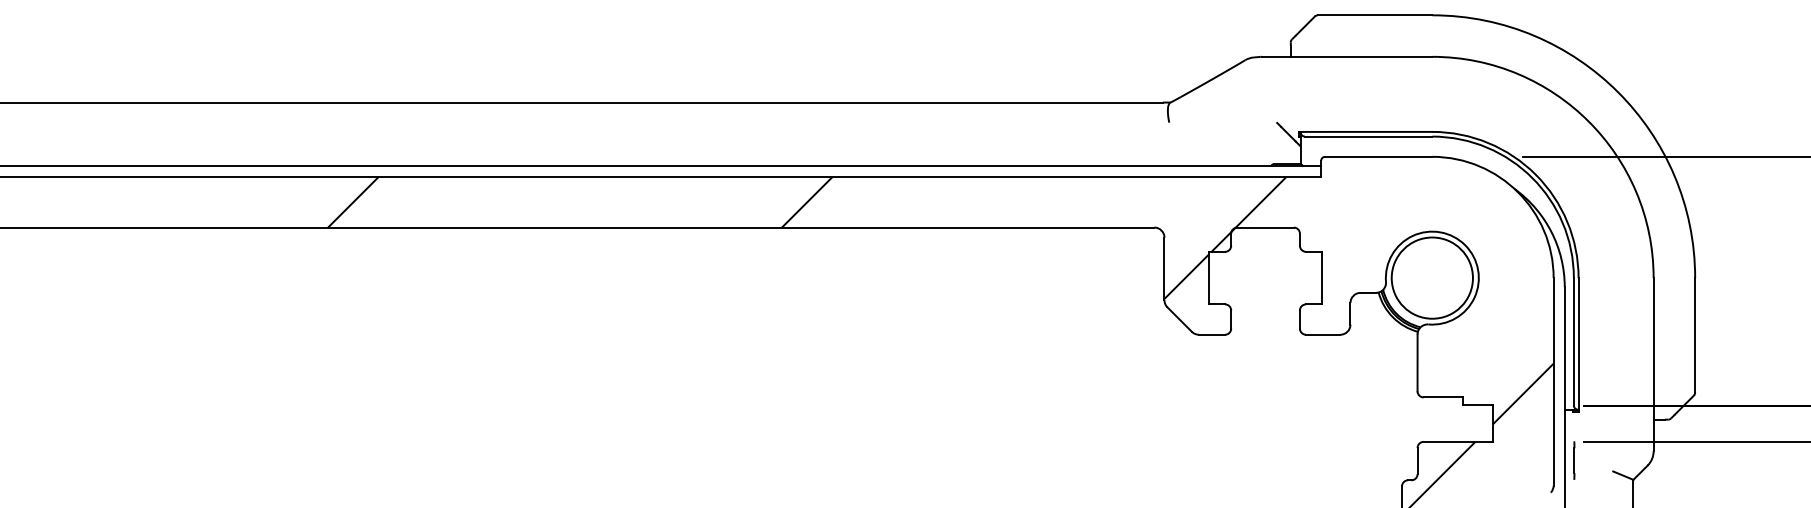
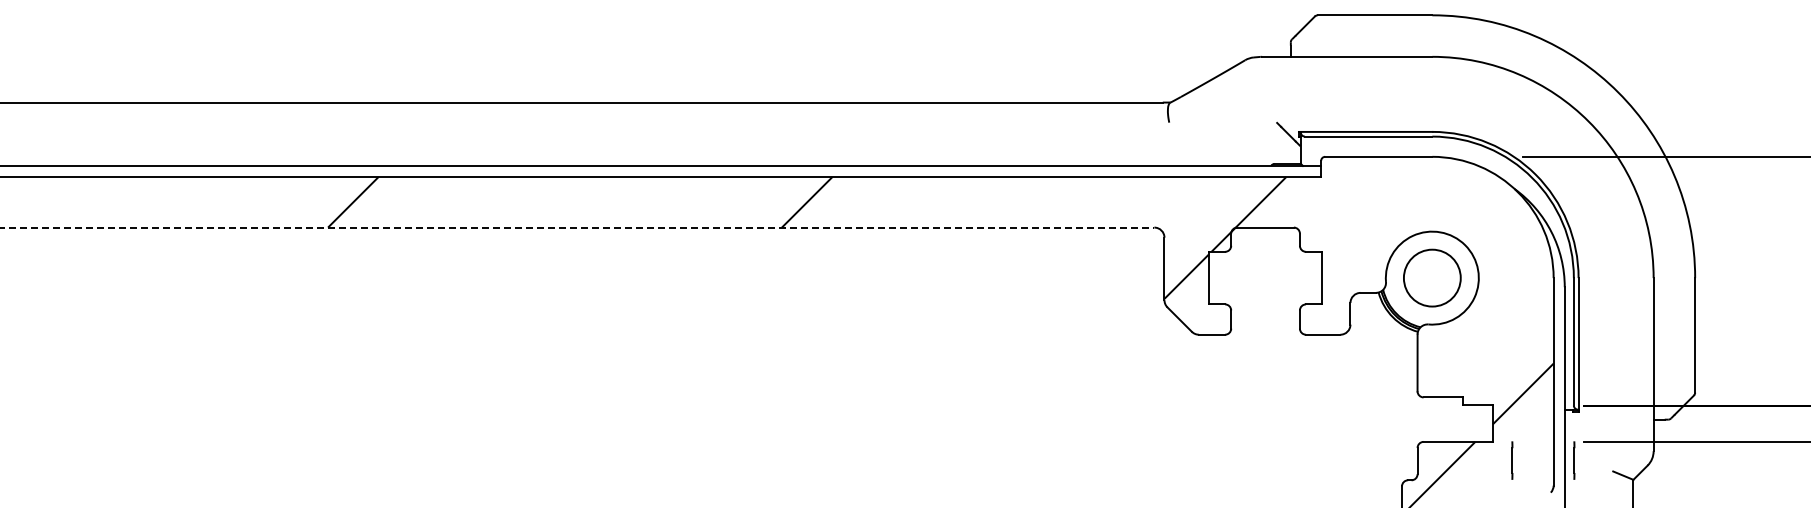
line at (577, 227): solid -> dashed
circle at (1431, 277) diameter: 81 px -> 57 px
line at (1512, 460): none -> present
